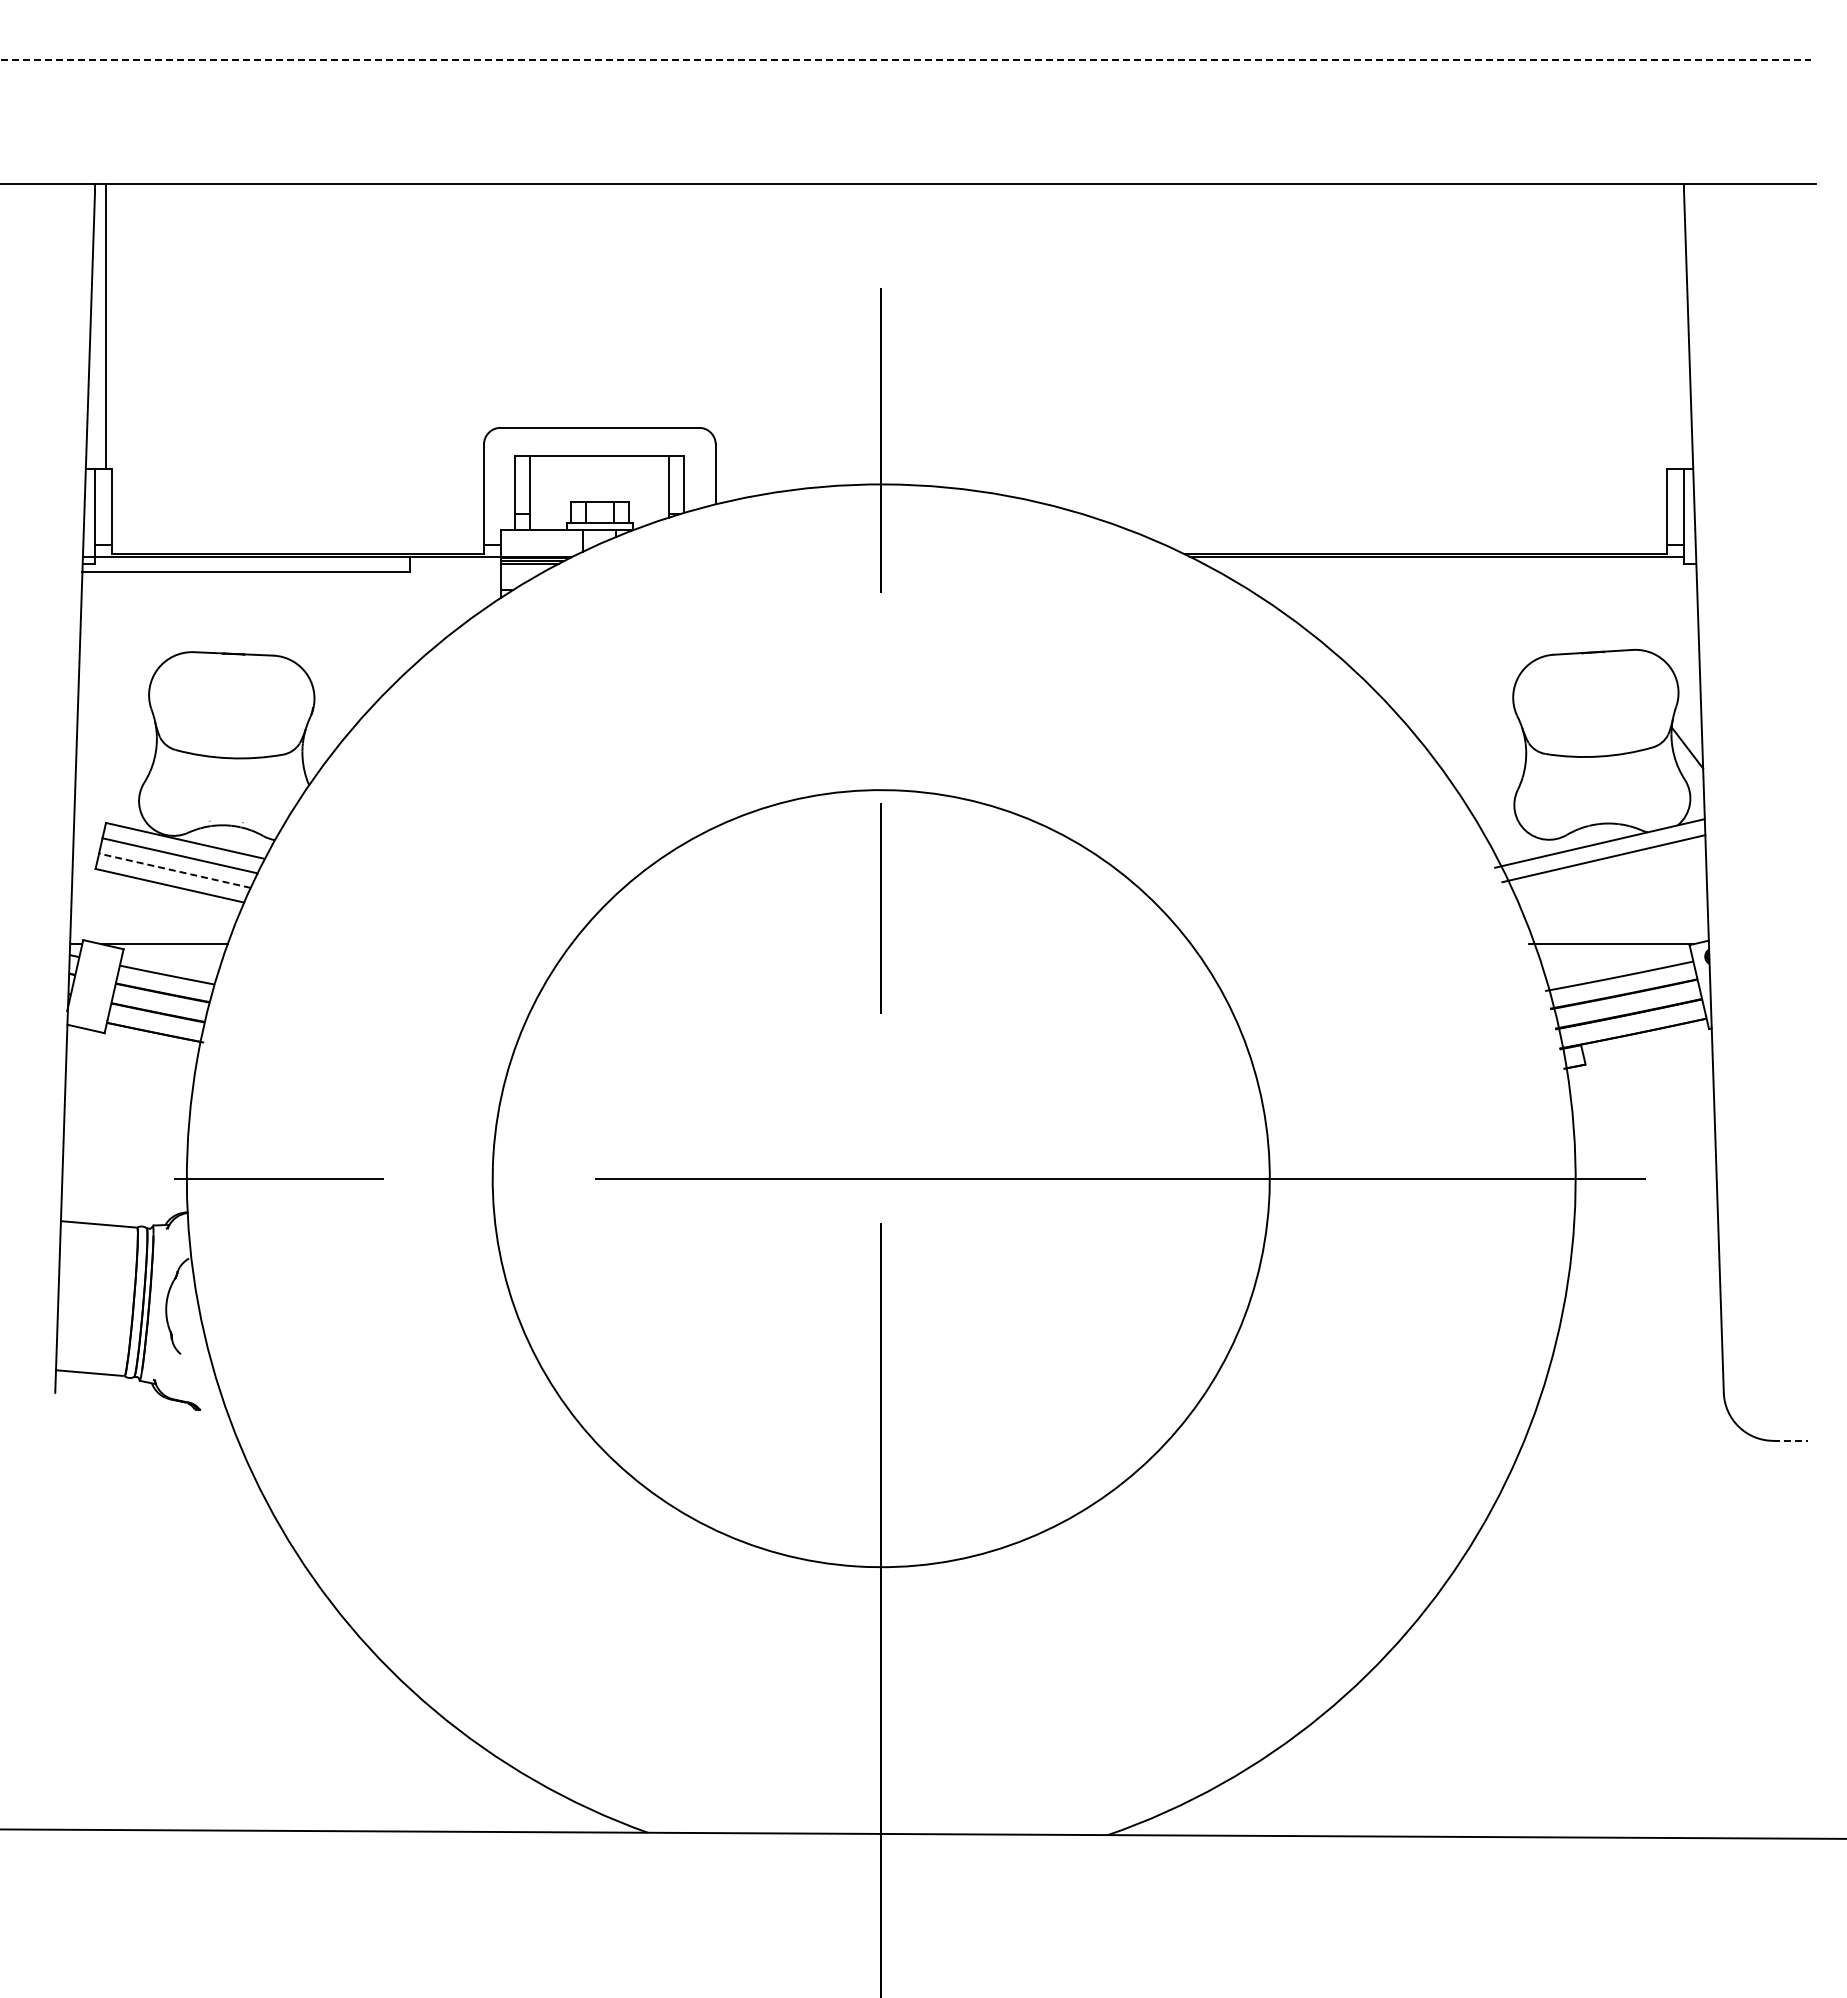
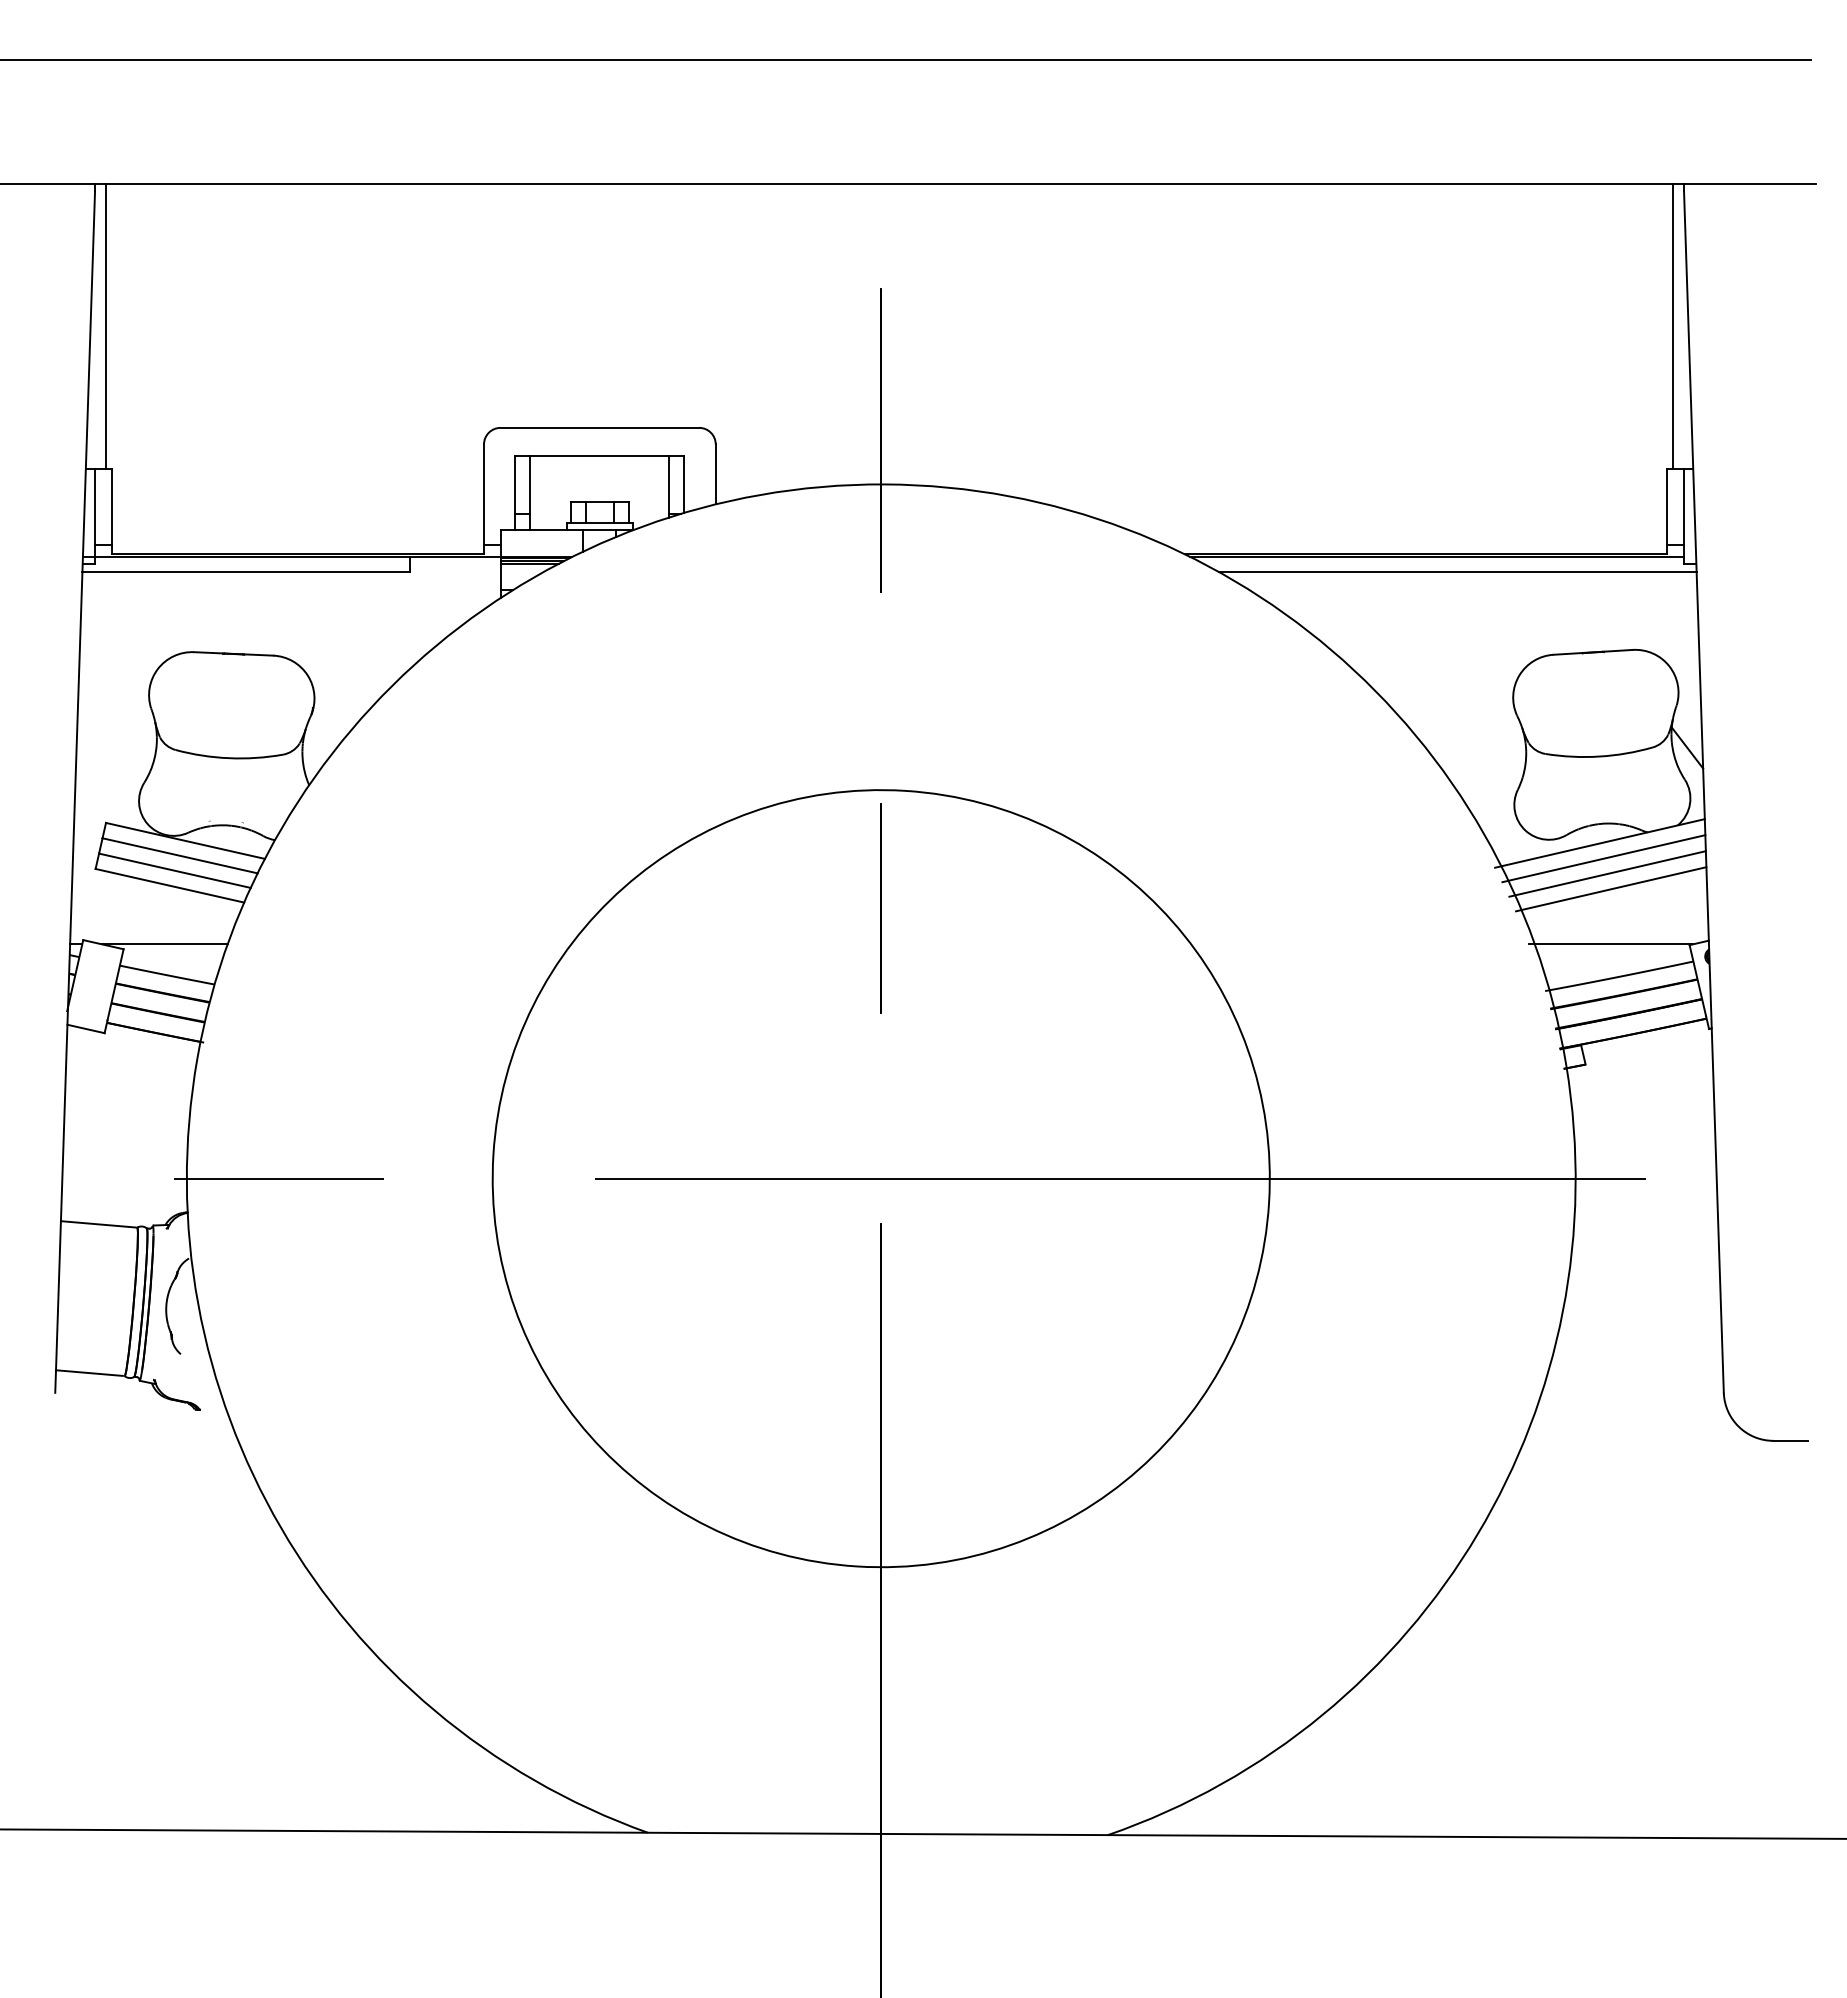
line at (905, 59): dashed -> solid
line at (1673, 326): none -> present
line at (1457, 571): none -> present
line at (174, 870): dashed -> solid
line at (1607, 873): none -> present
line at (1610, 889): none -> present
line at (1791, 1440): dashed -> solid
